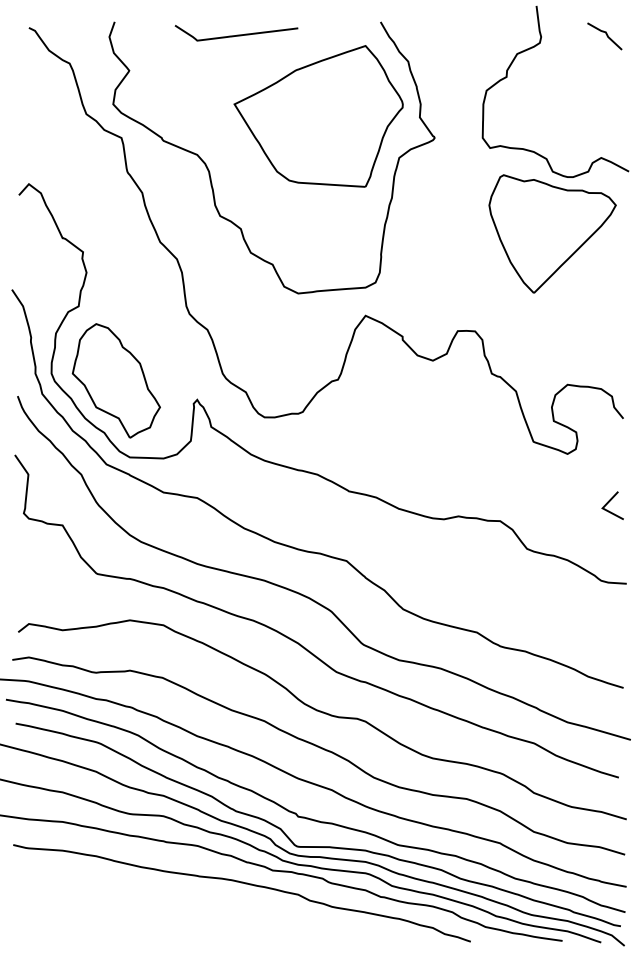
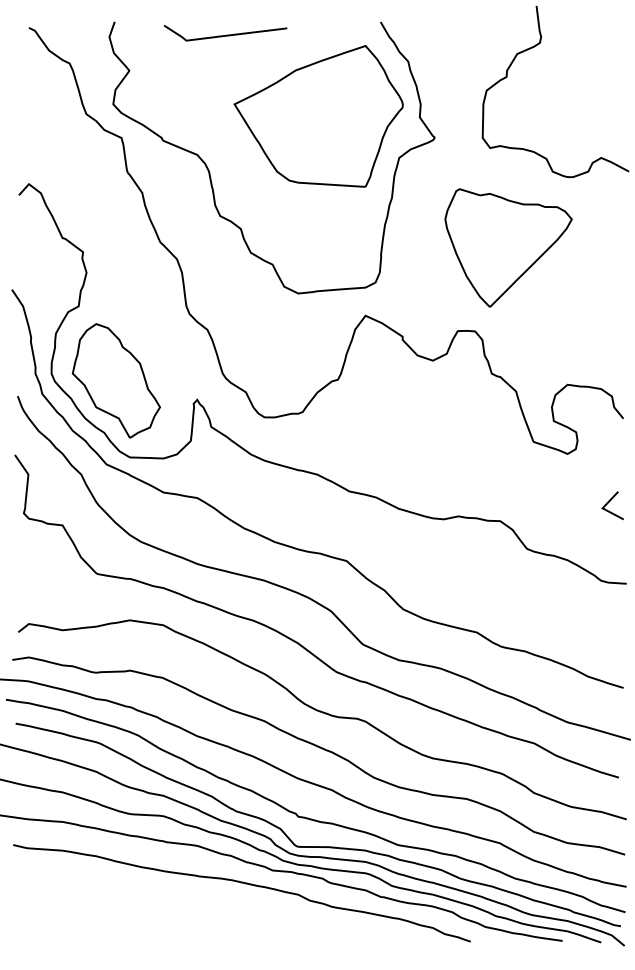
curve at (236, 34) position: (236, 34) -> (225, 34)
line at (606, 36): present -> none
part at (552, 233) position: (552, 233) -> (508, 247)
